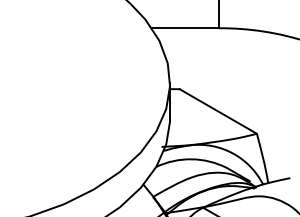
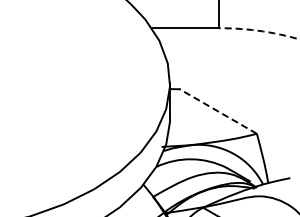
arc at (259, 31): solid -> dashed
line at (218, 111): solid -> dashed
